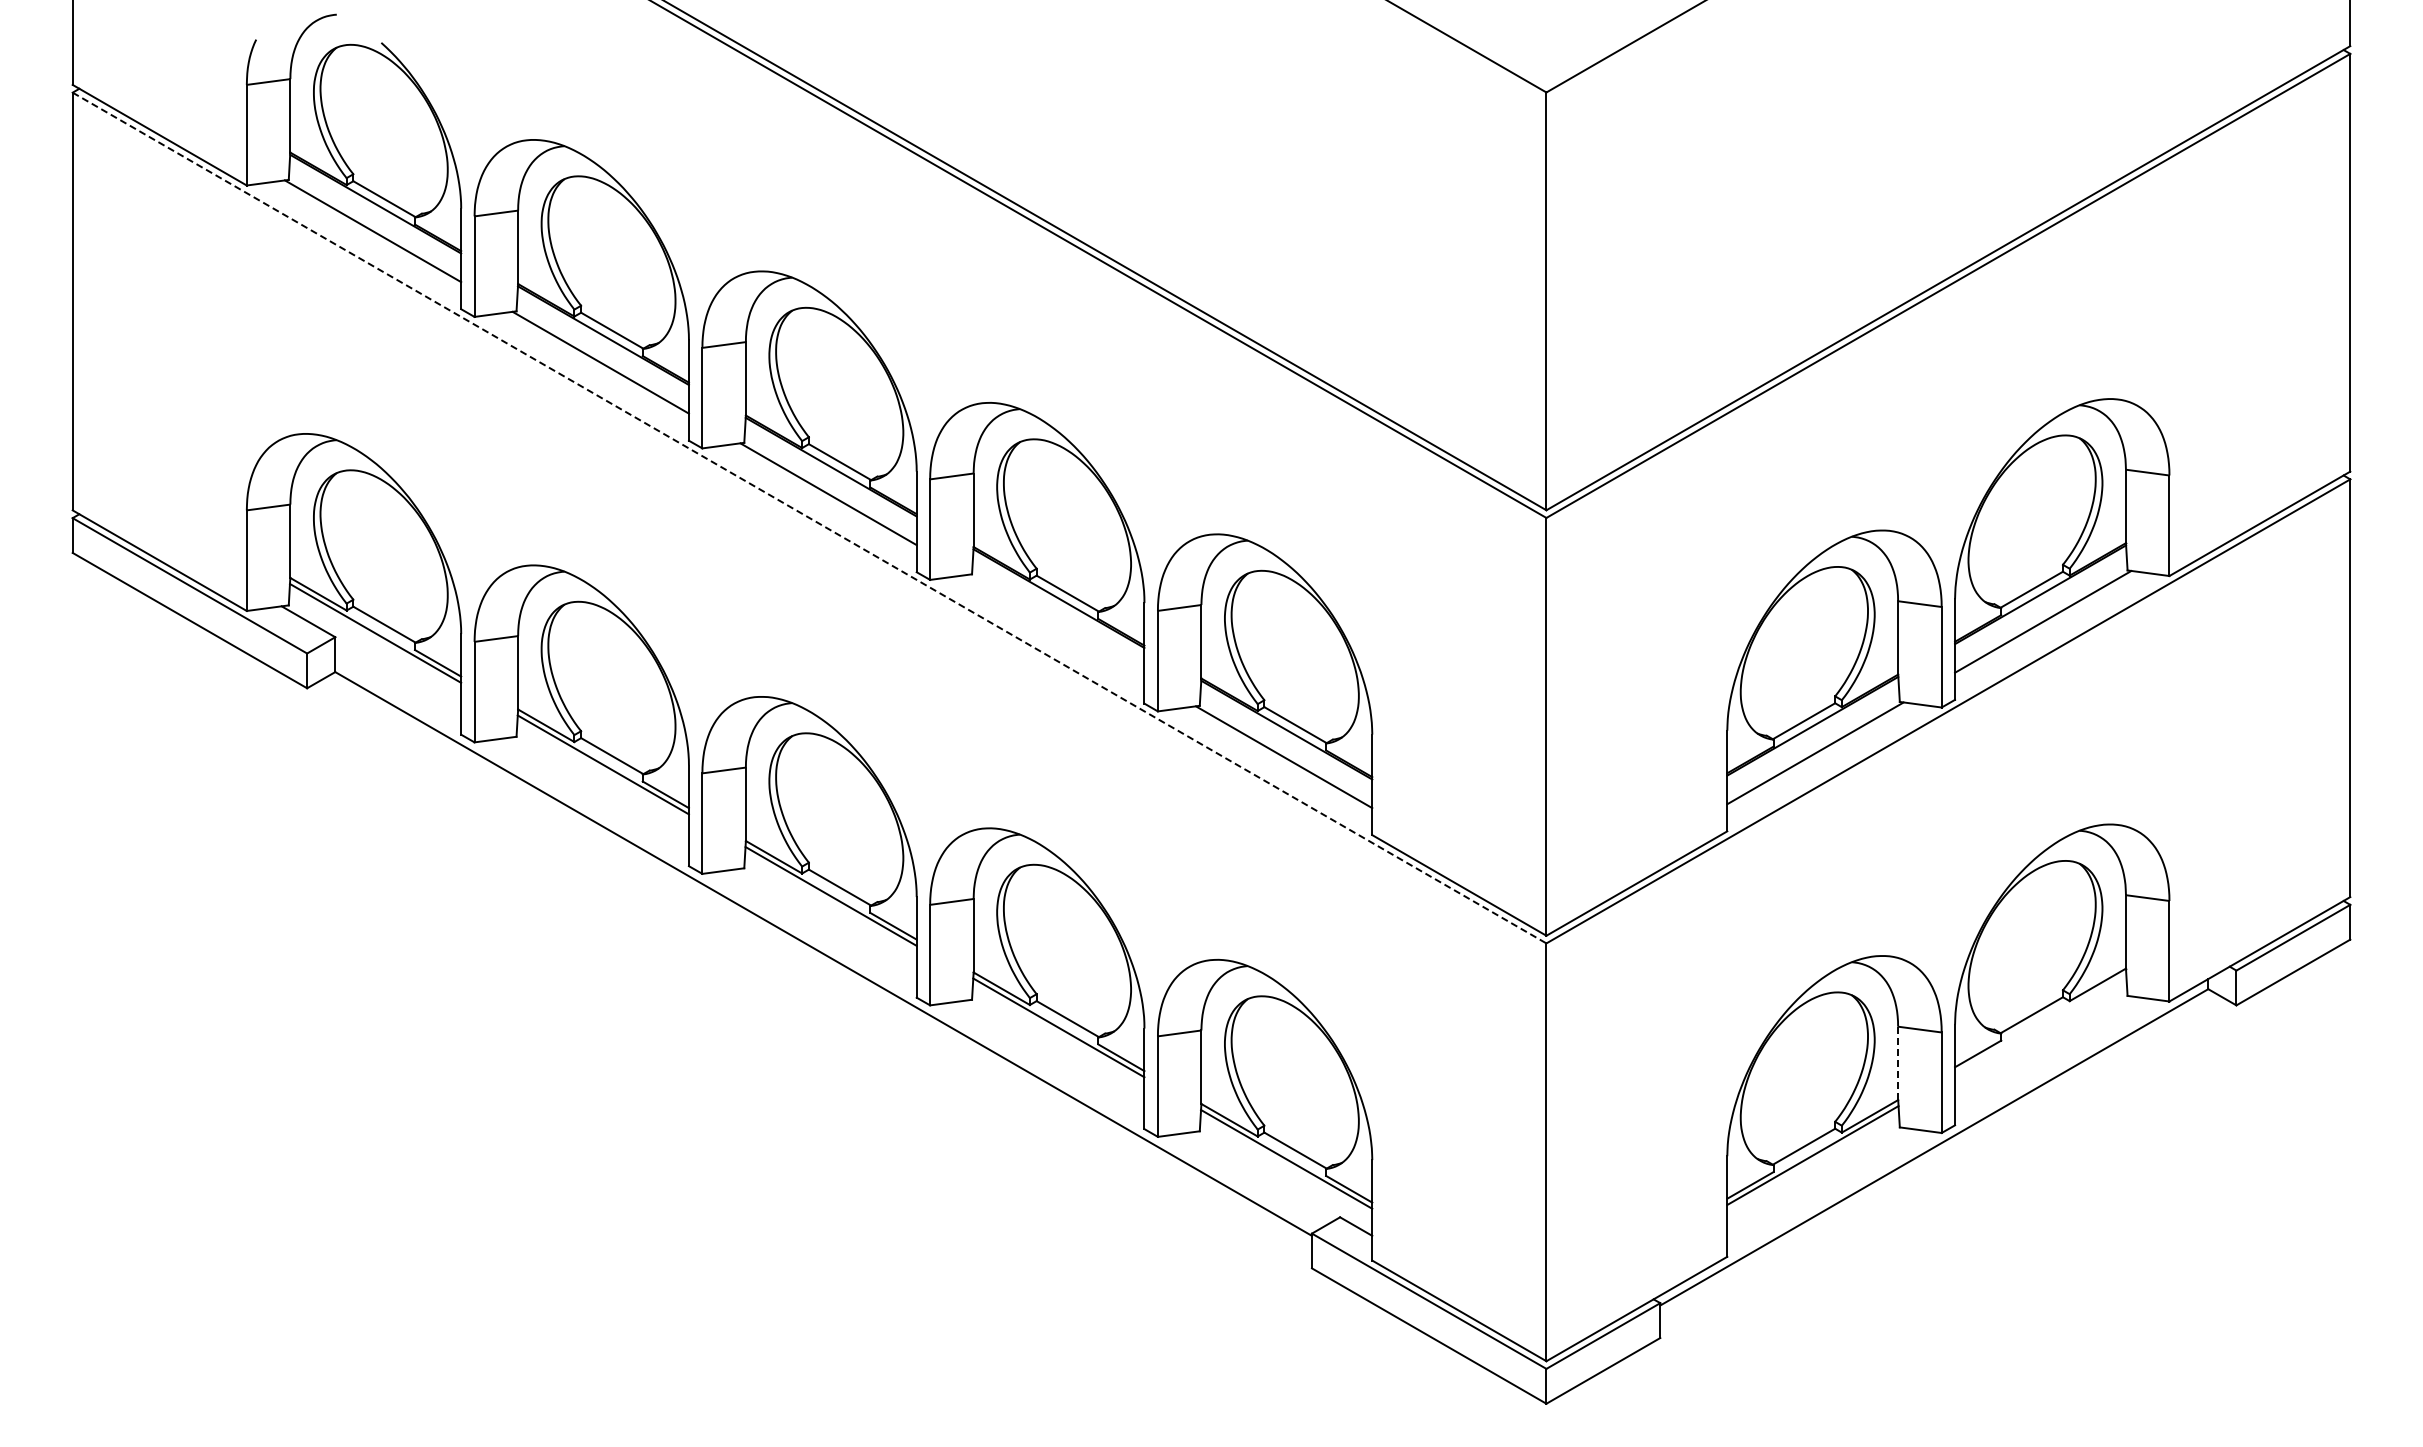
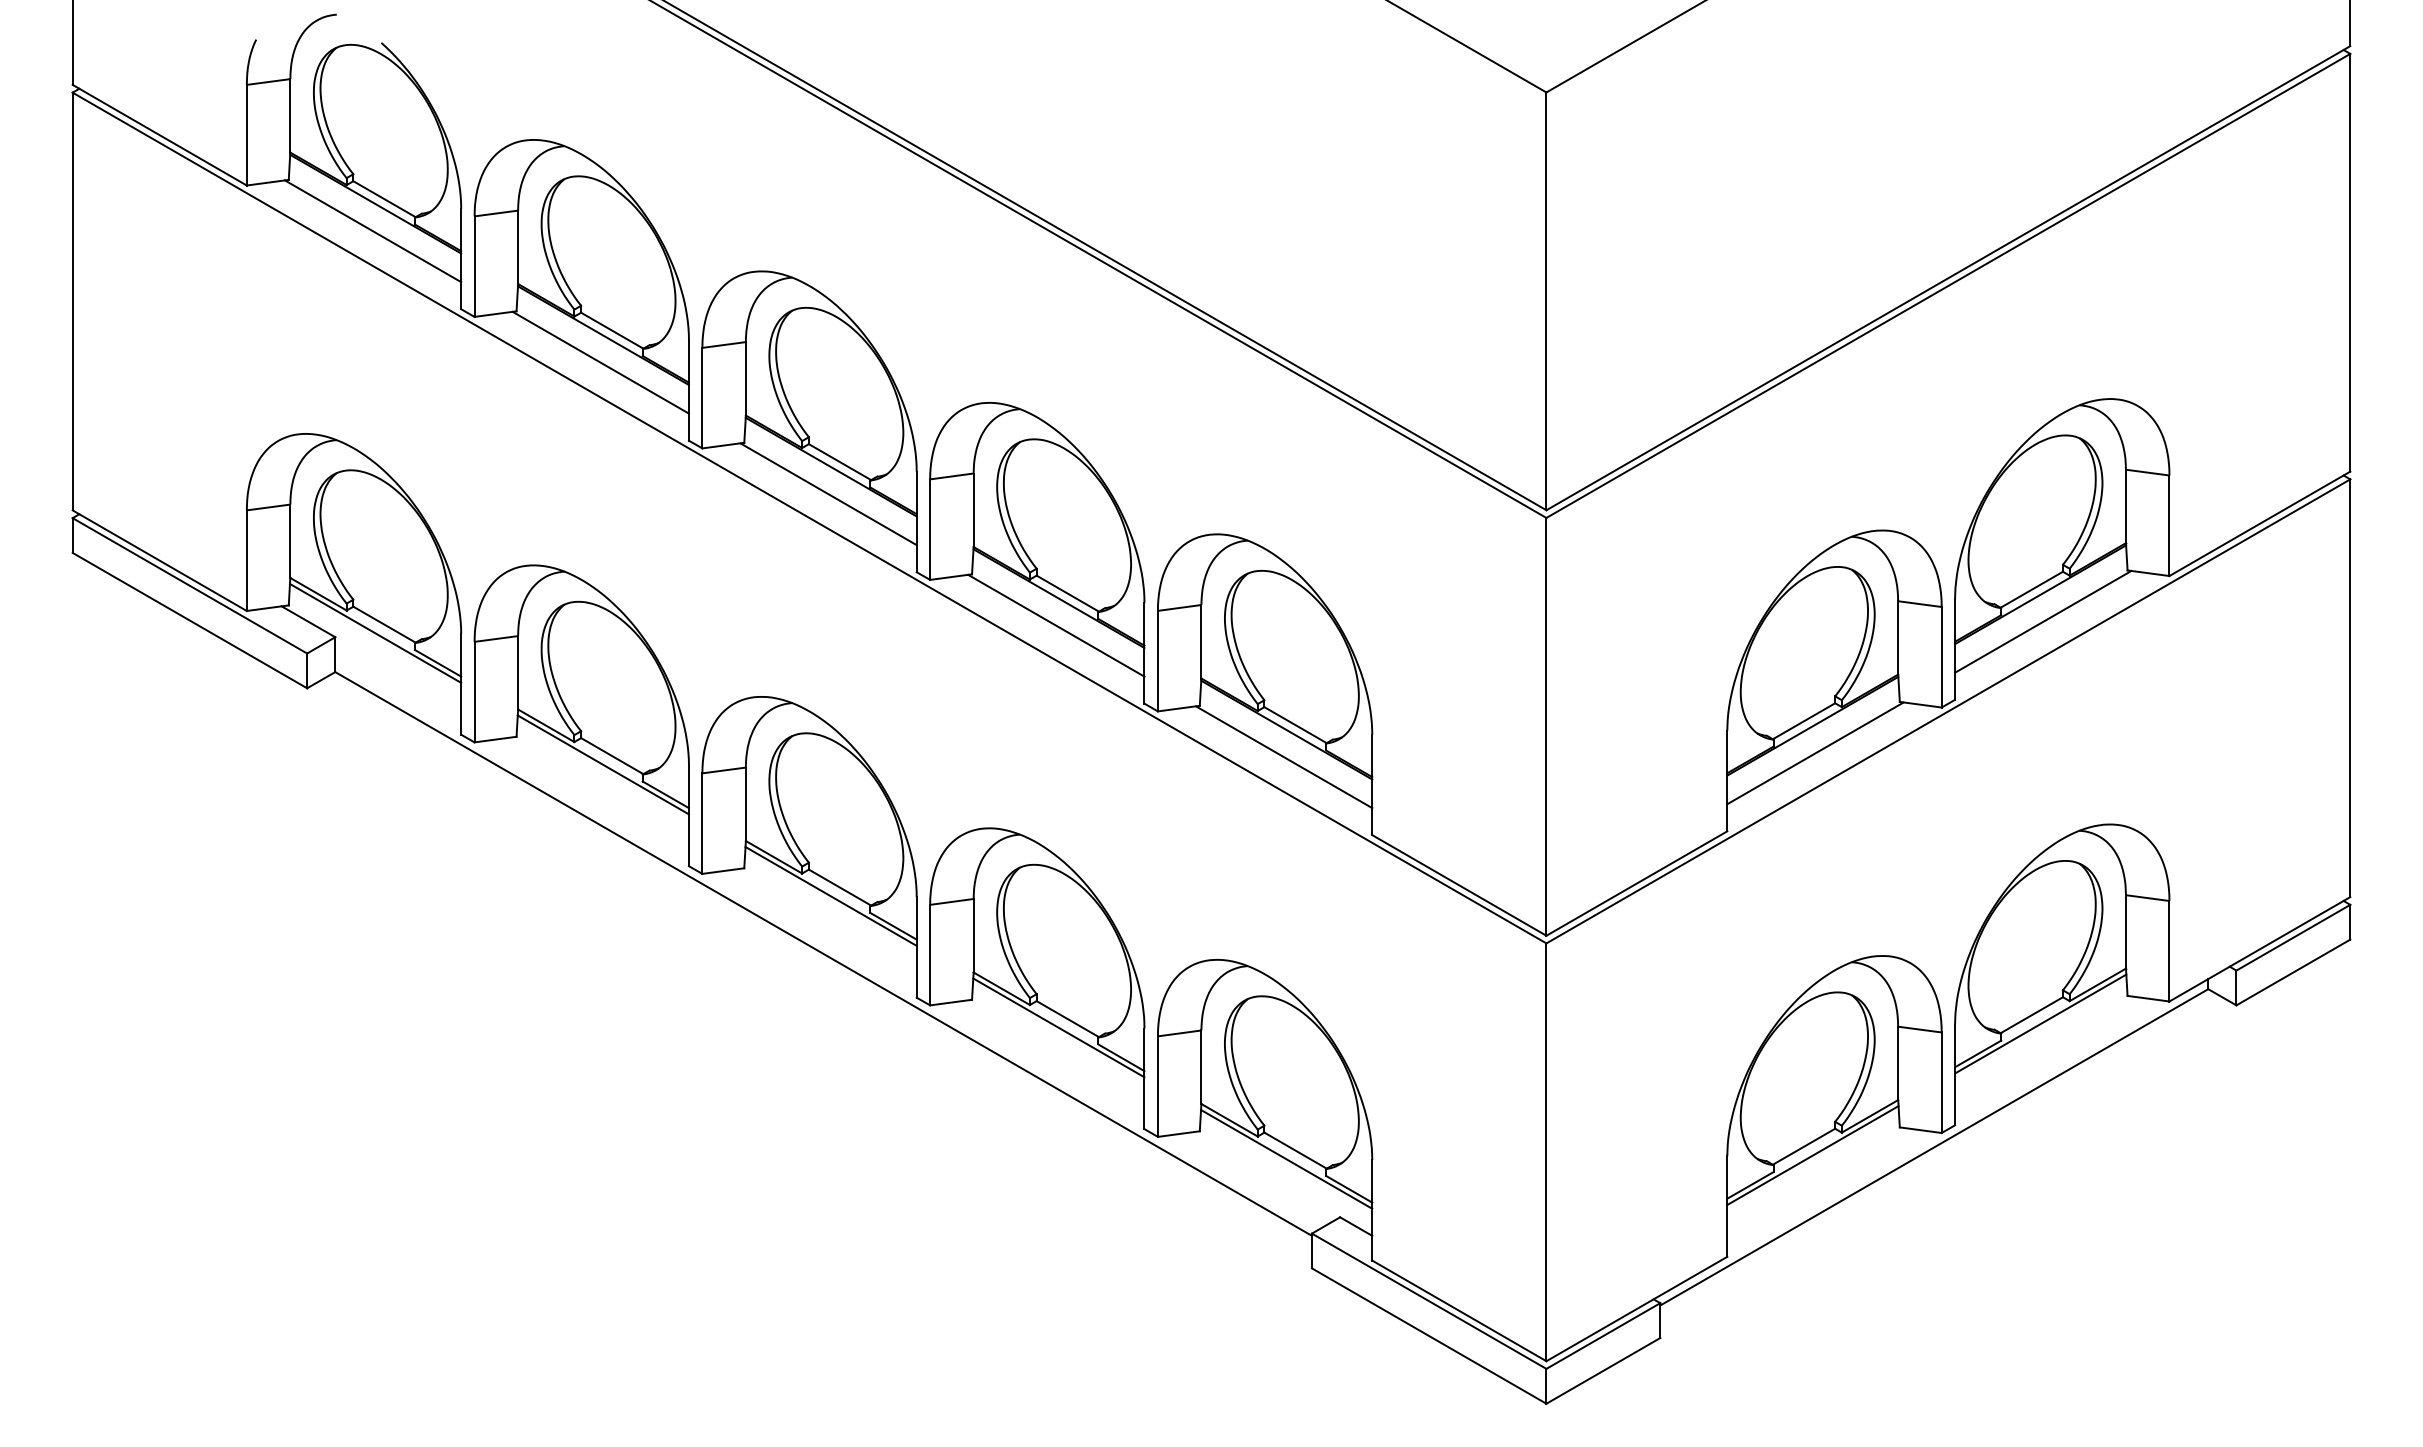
line at (809, 518): dashed -> solid
line at (1056, 625): none -> present
line at (2040, 1023): none -> present
line at (1898, 1063): dashed -> solid
